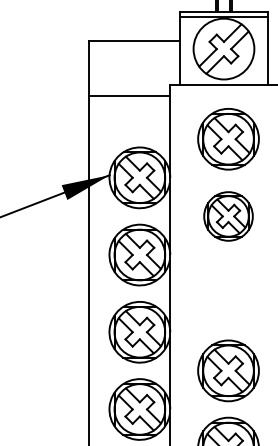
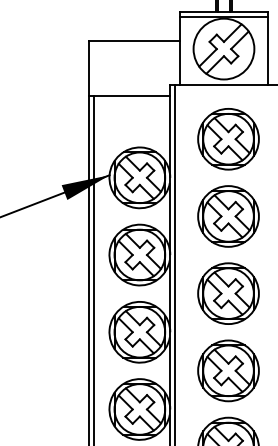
part at (228, 216) size: 51x51 px -> 63x63 px
line at (175, 263): none -> present
line at (94, 268): none -> present
part at (228, 293): none -> present
